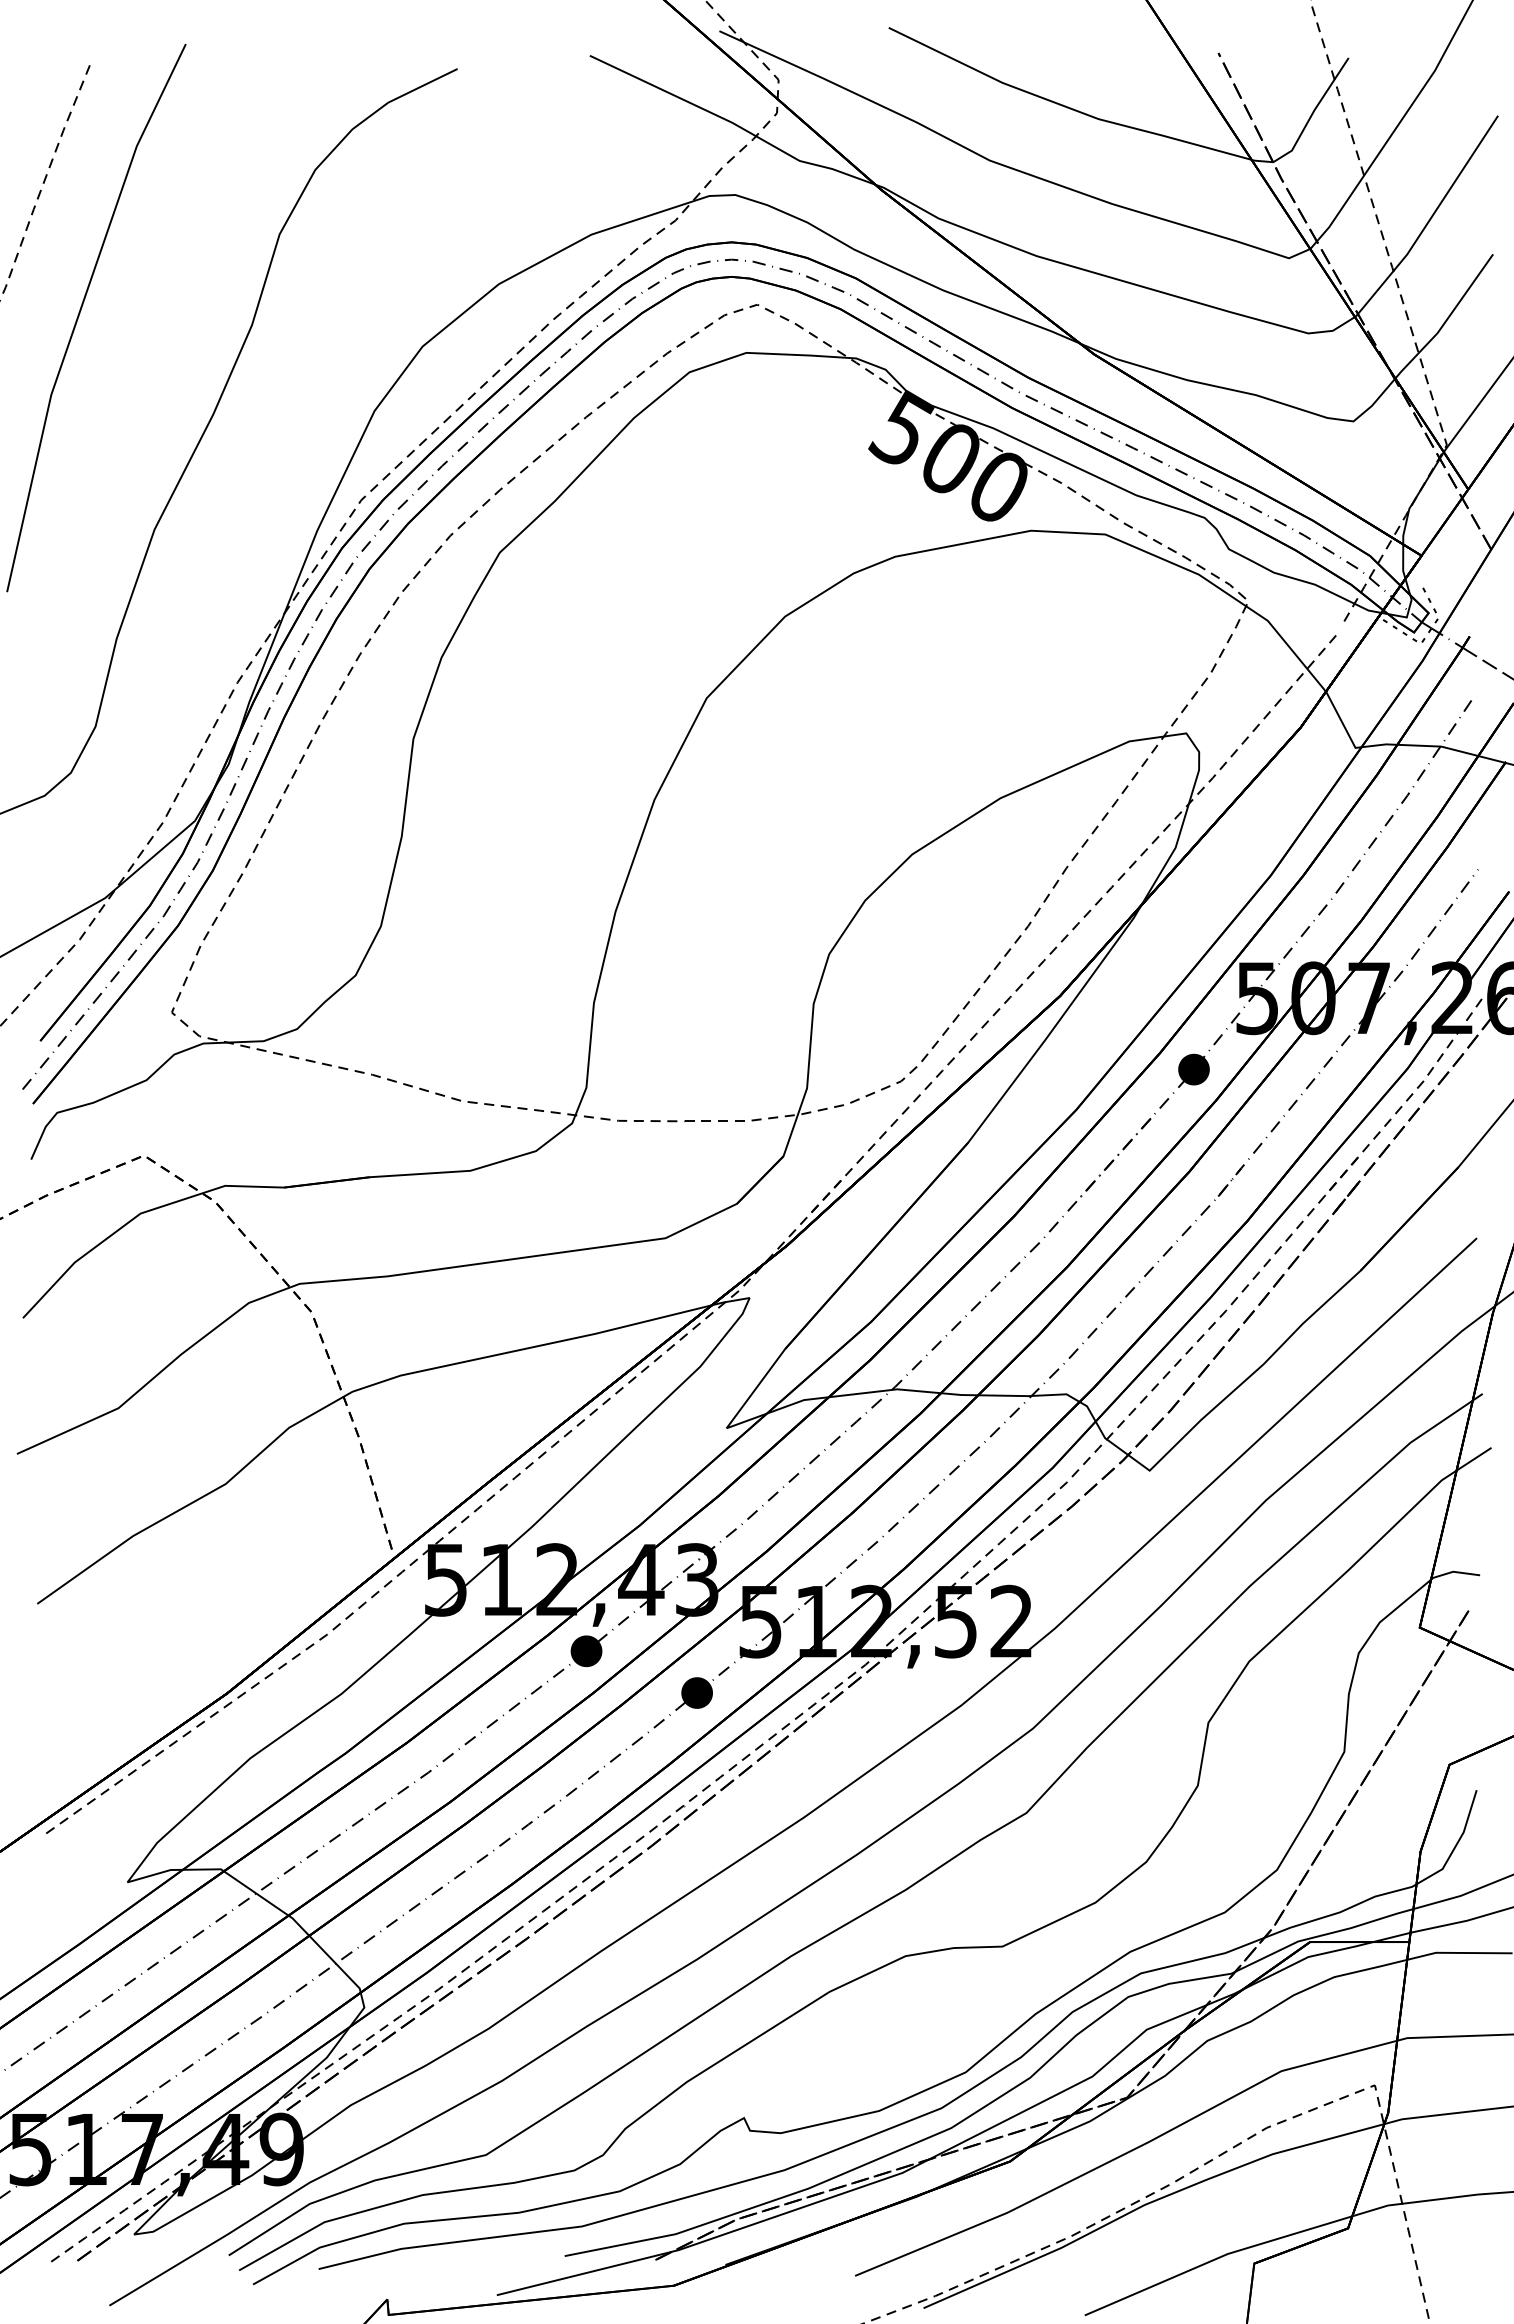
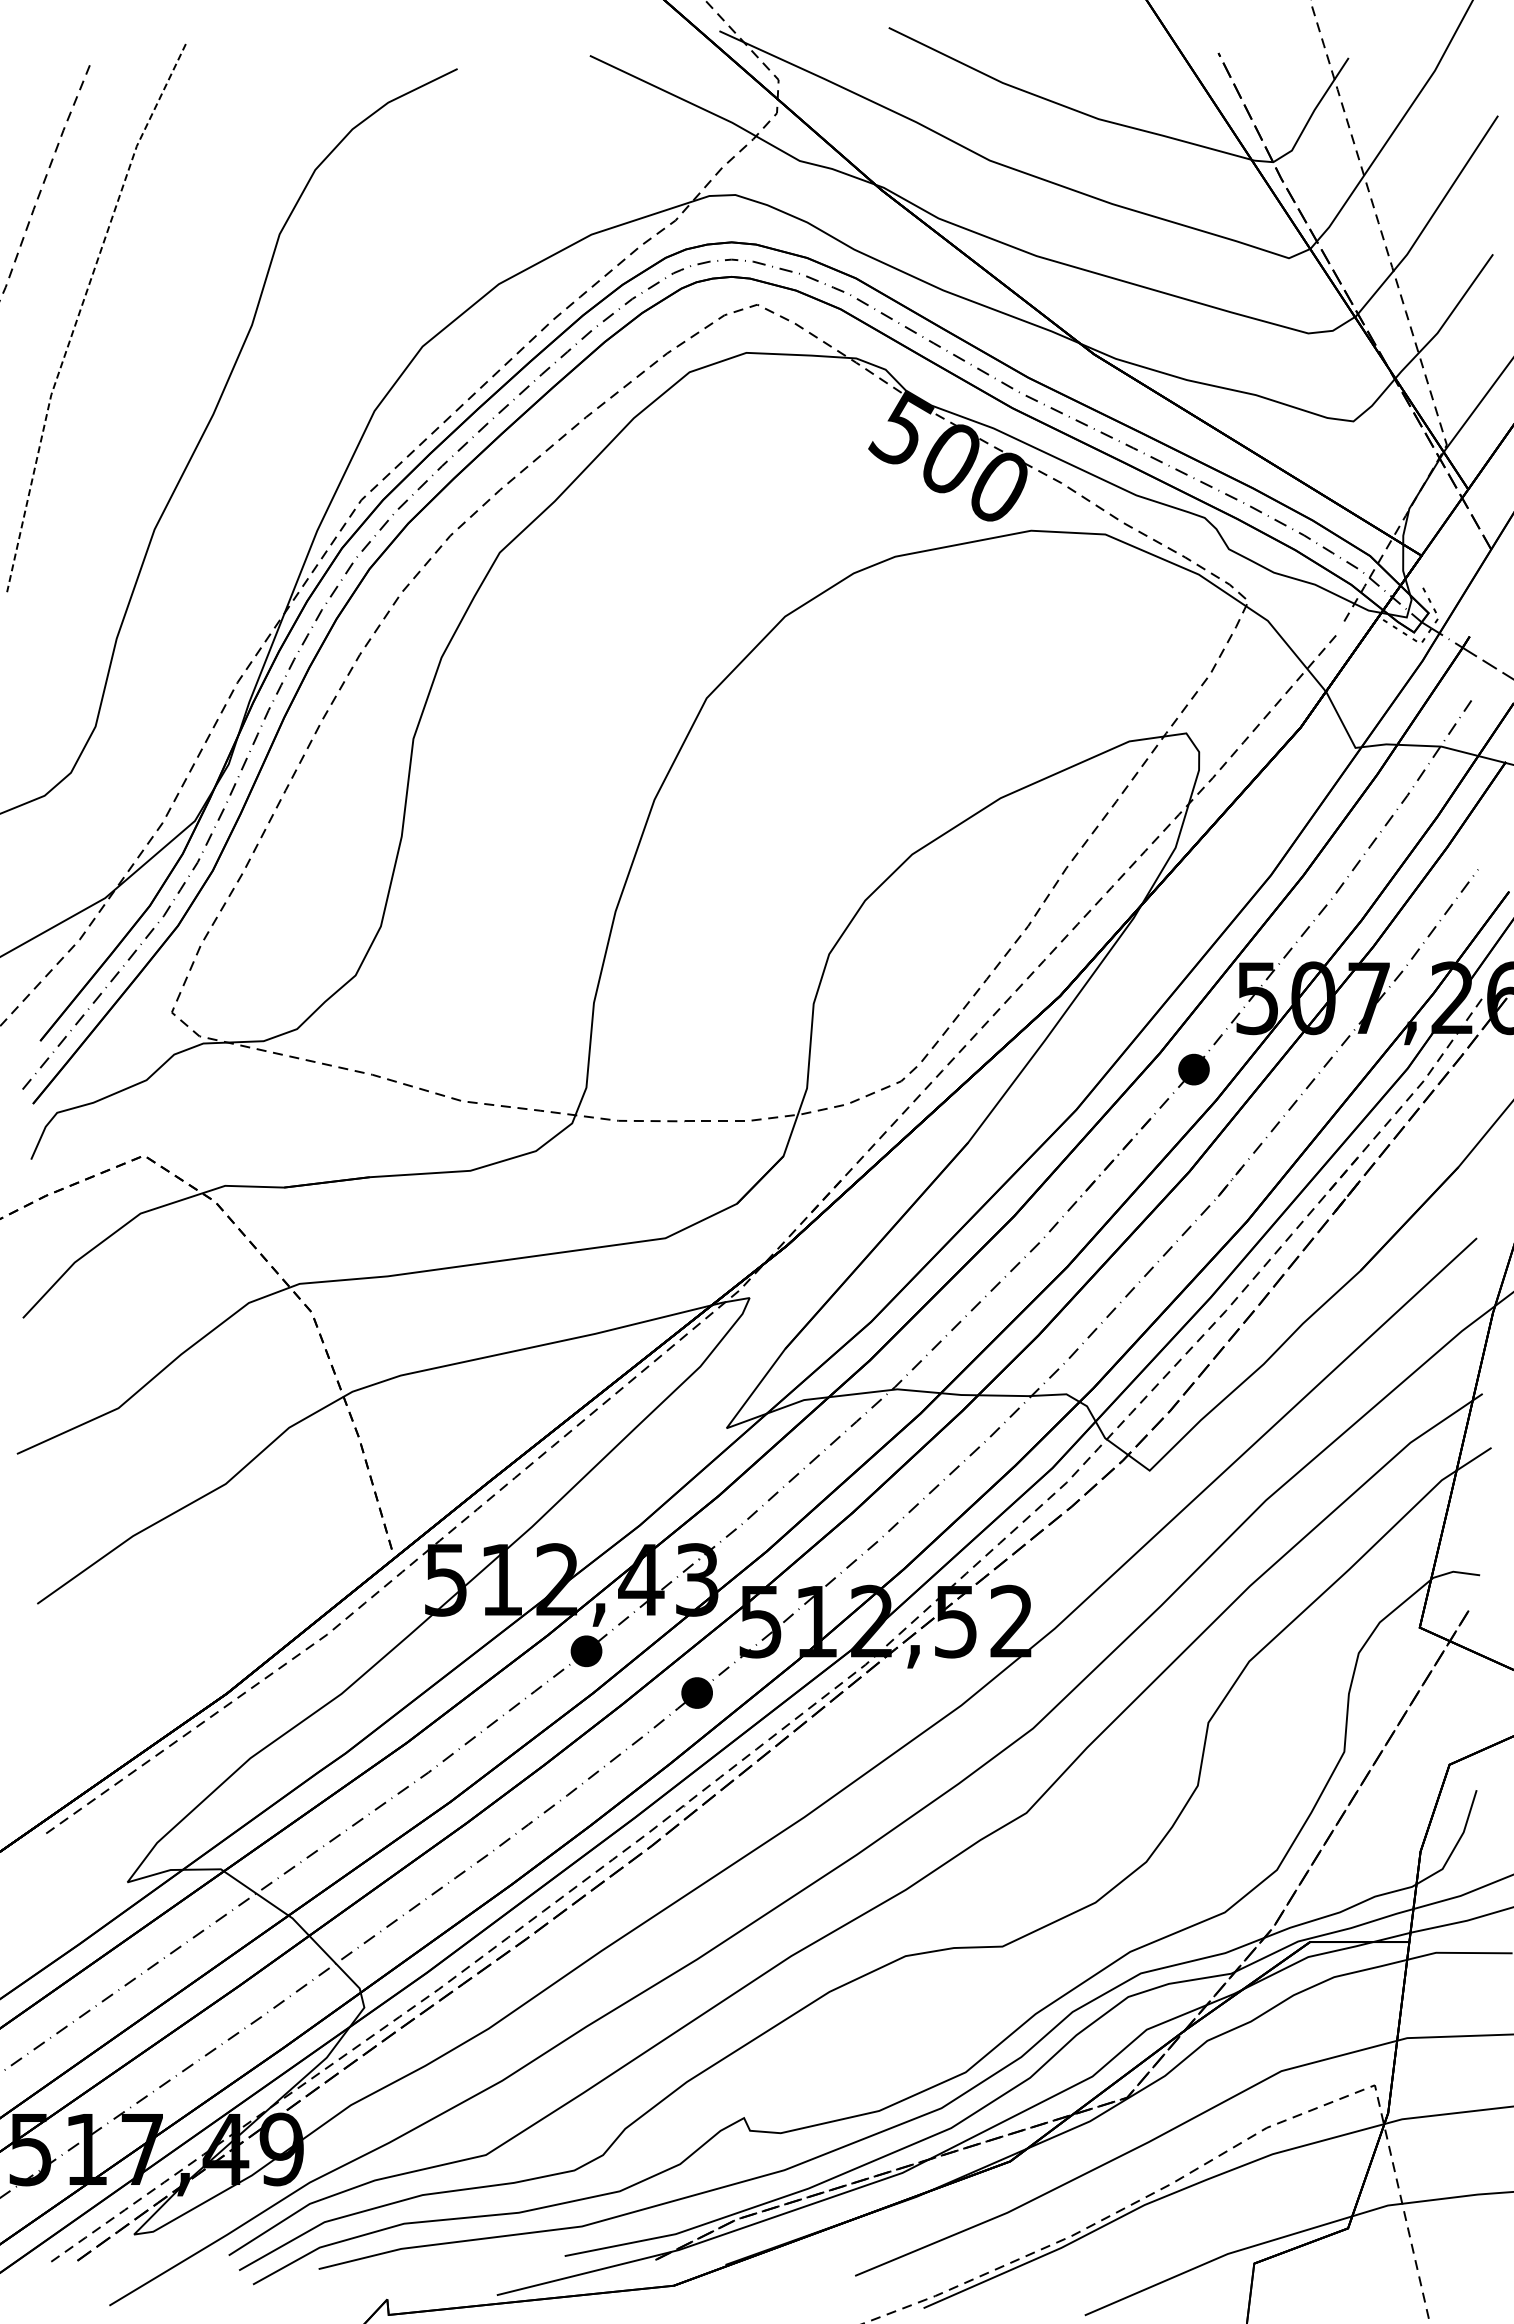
line at (79, 312): solid -> dashed
